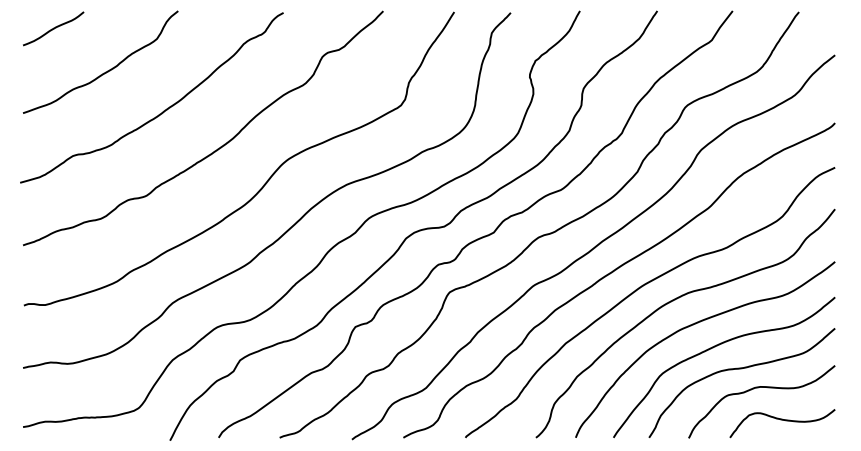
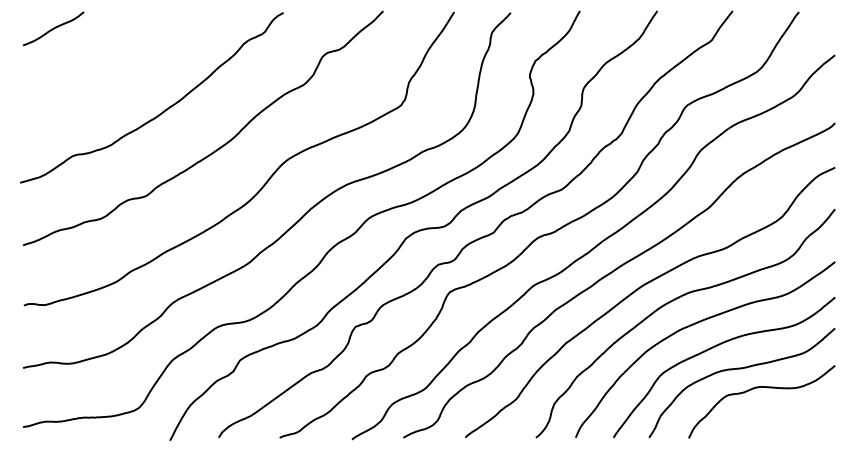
curve at (105, 71): present -> none
curve at (782, 420): present -> none
